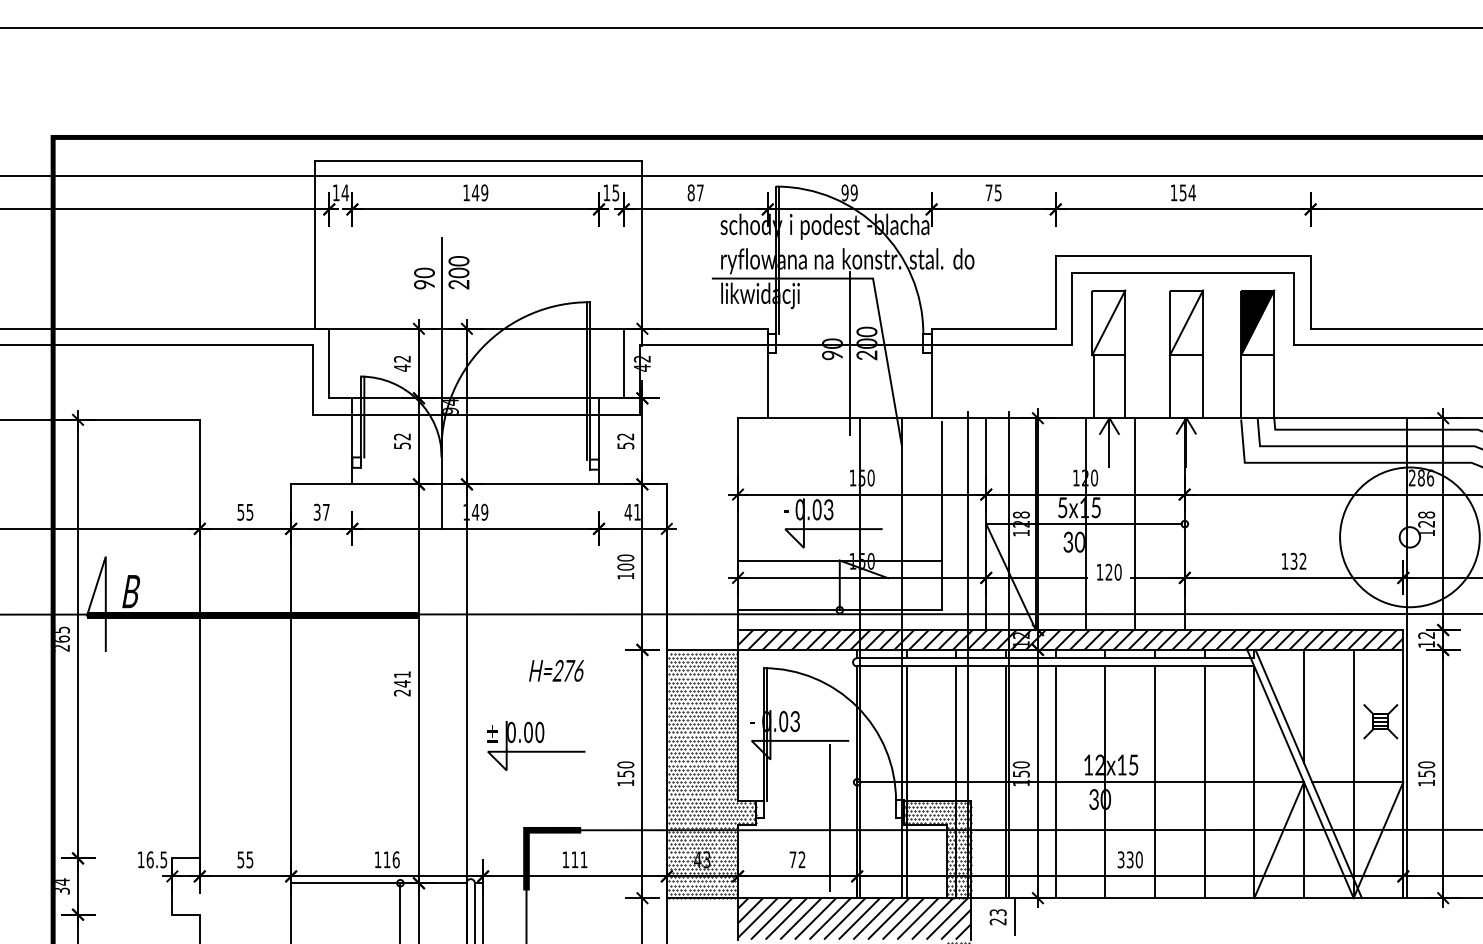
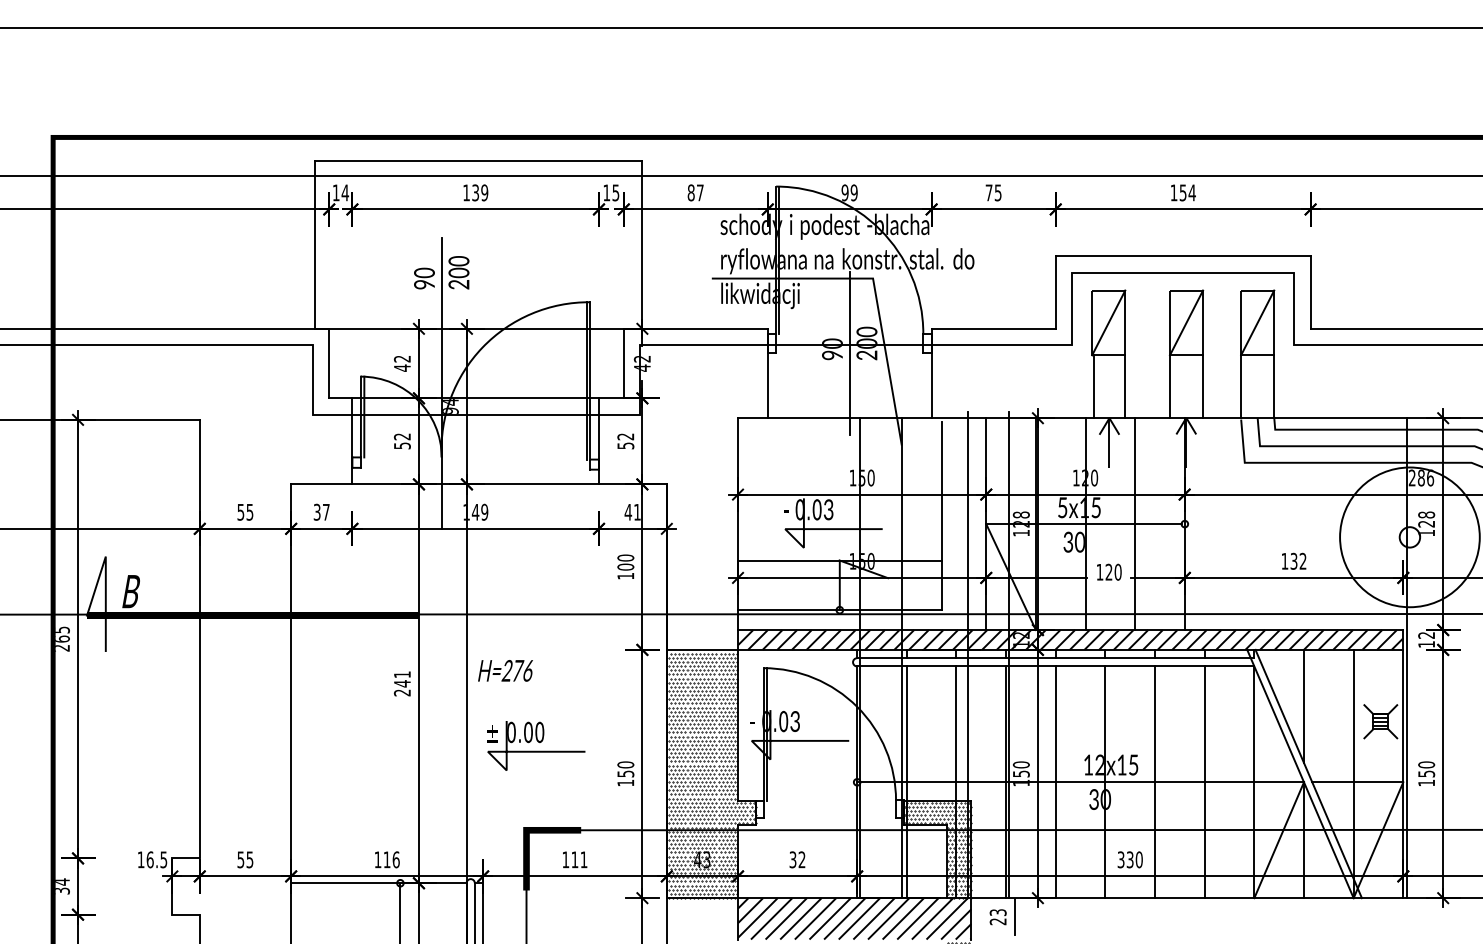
text at (475, 192): 149 -> 139
fill at (1257, 322): present -> none
text at (556, 670) position: (556, 670) -> (505, 670)
line at (829, 818): present -> none
text at (792, 859): 72 -> 32
